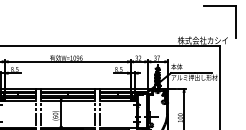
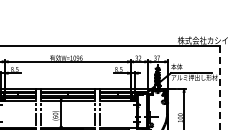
part at (219, 6): present -> none
line at (220, 87): solid -> dashed
